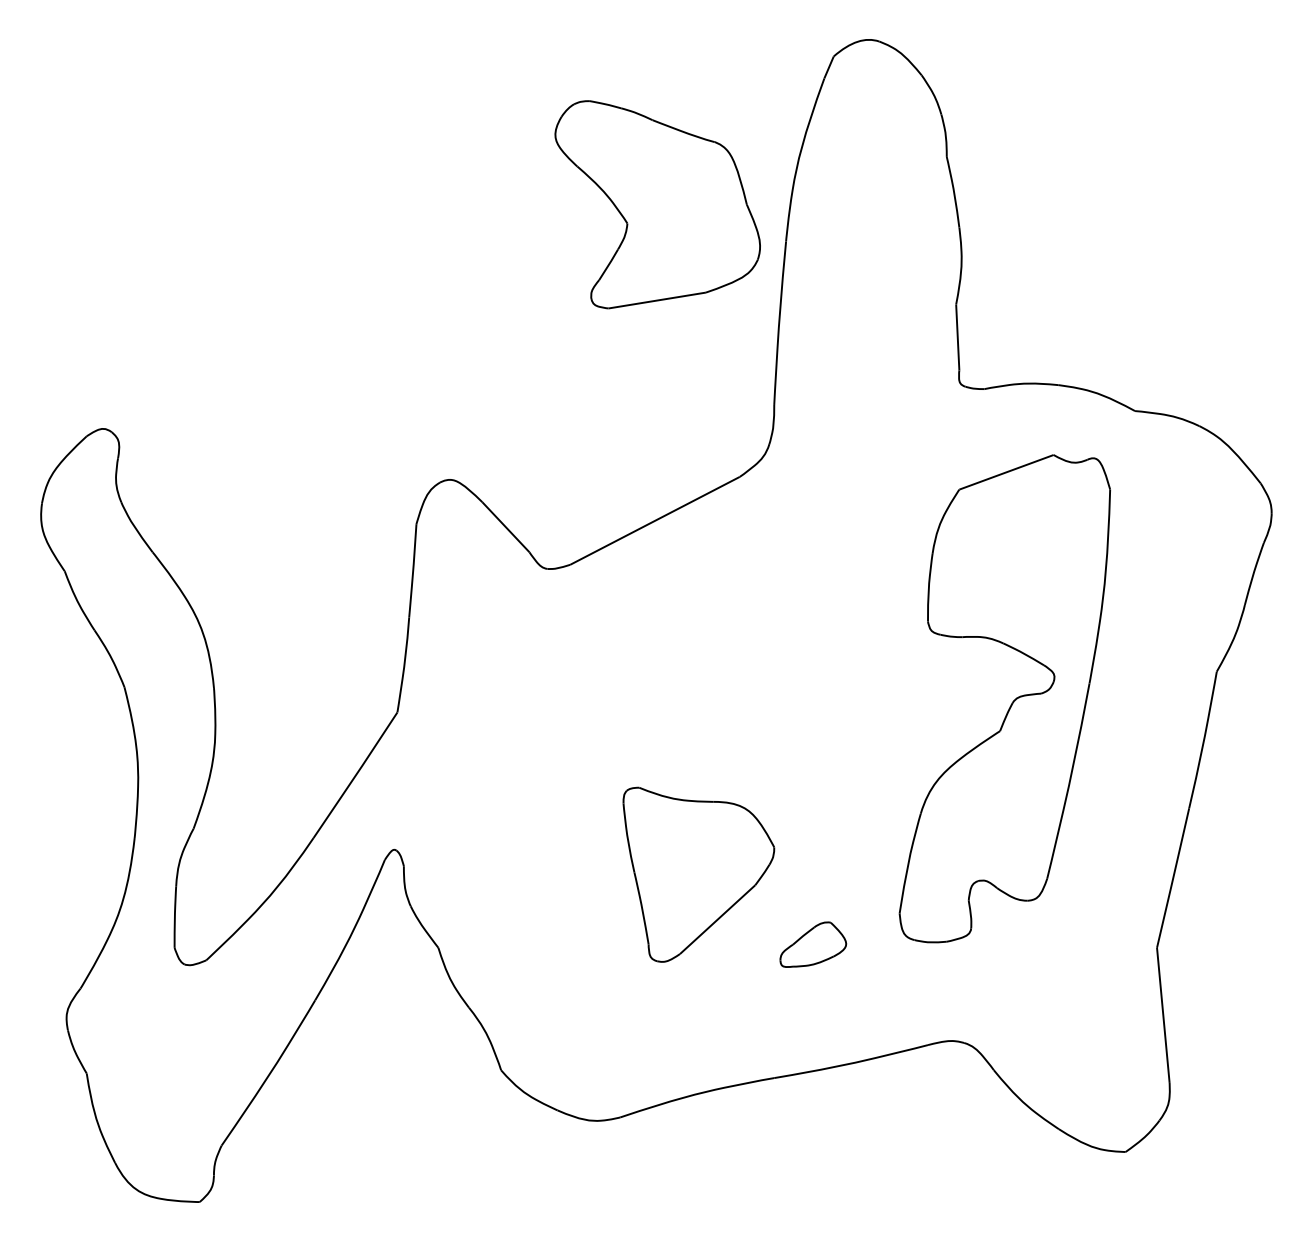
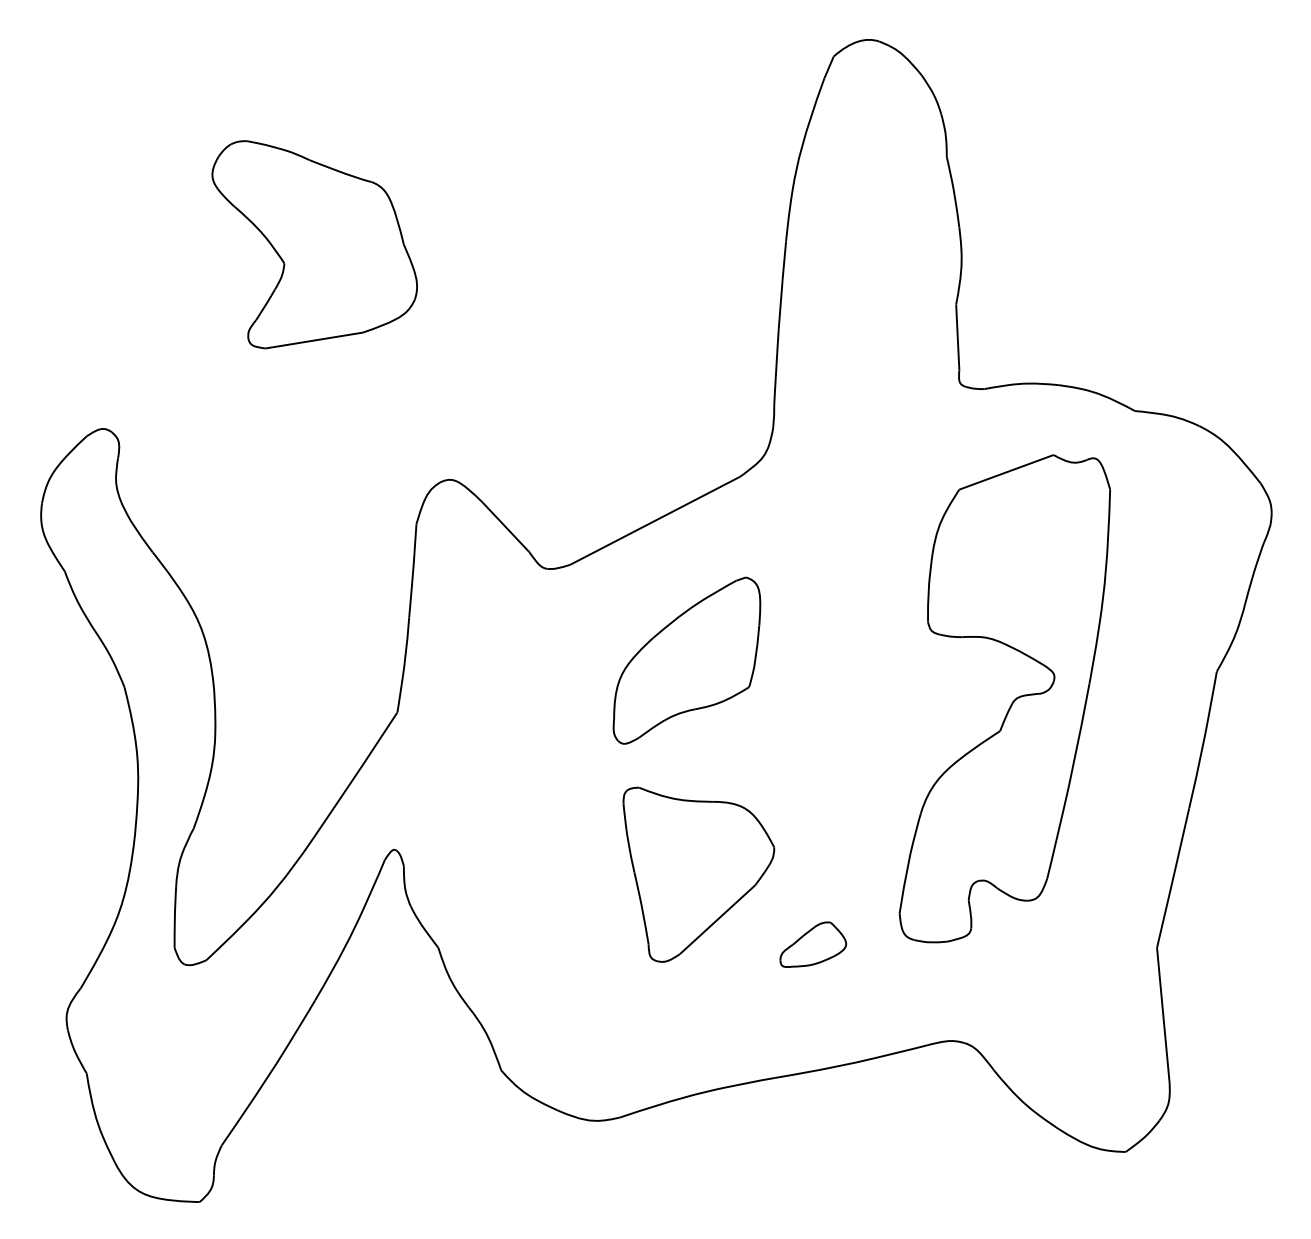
part at (657, 204) position: (657, 204) -> (314, 244)
part at (686, 660): none -> present
